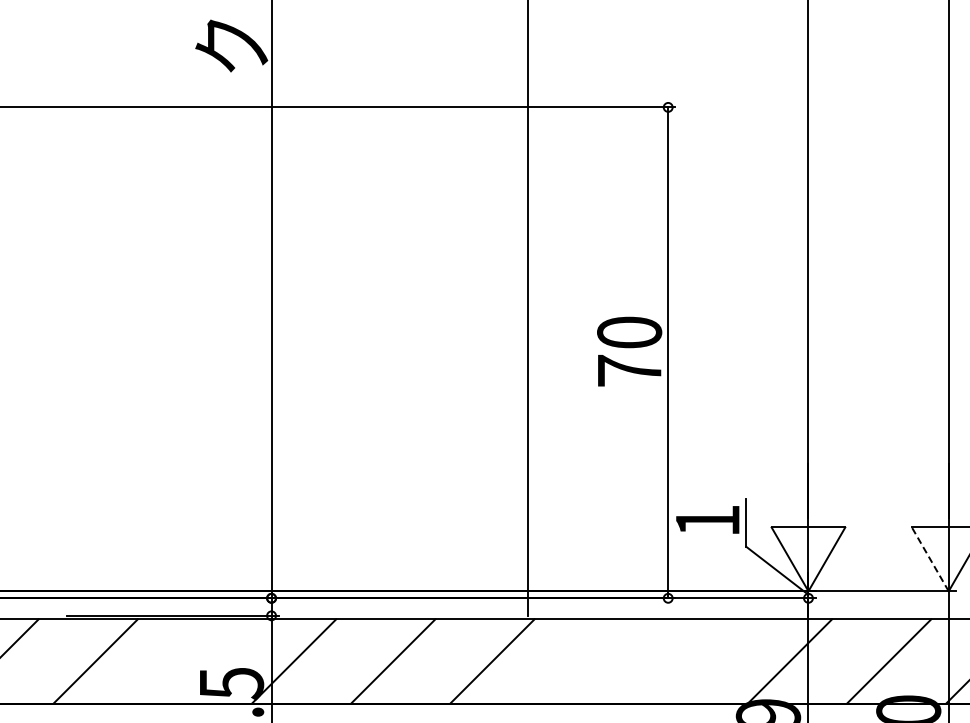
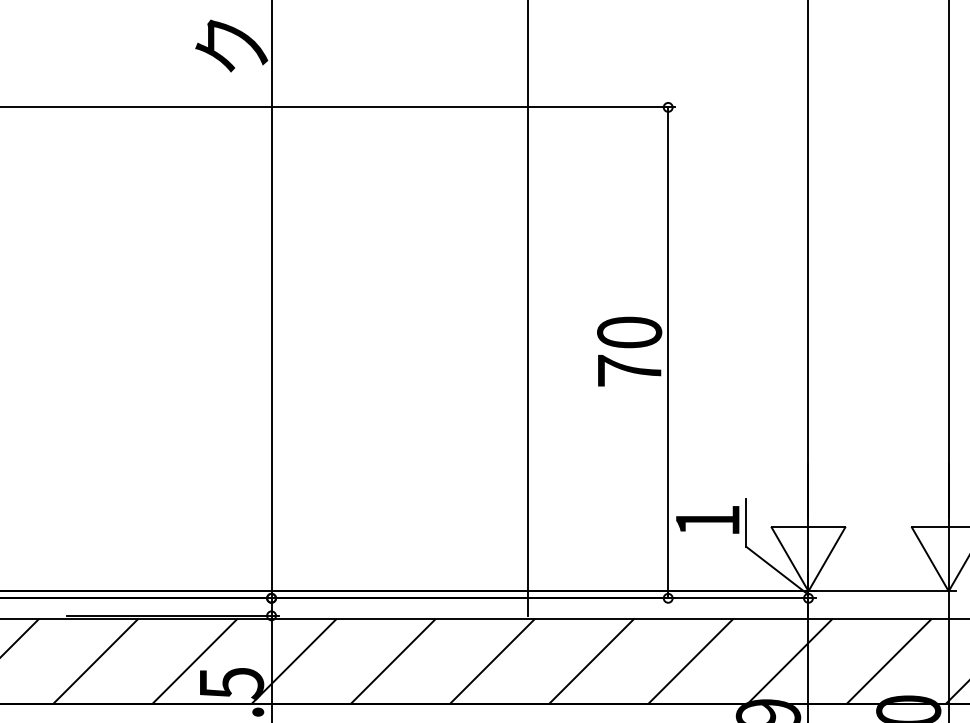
line at (930, 559): dashed -> solid
line at (194, 661): none -> present
line at (591, 661): none -> present
line at (690, 661): none -> present
